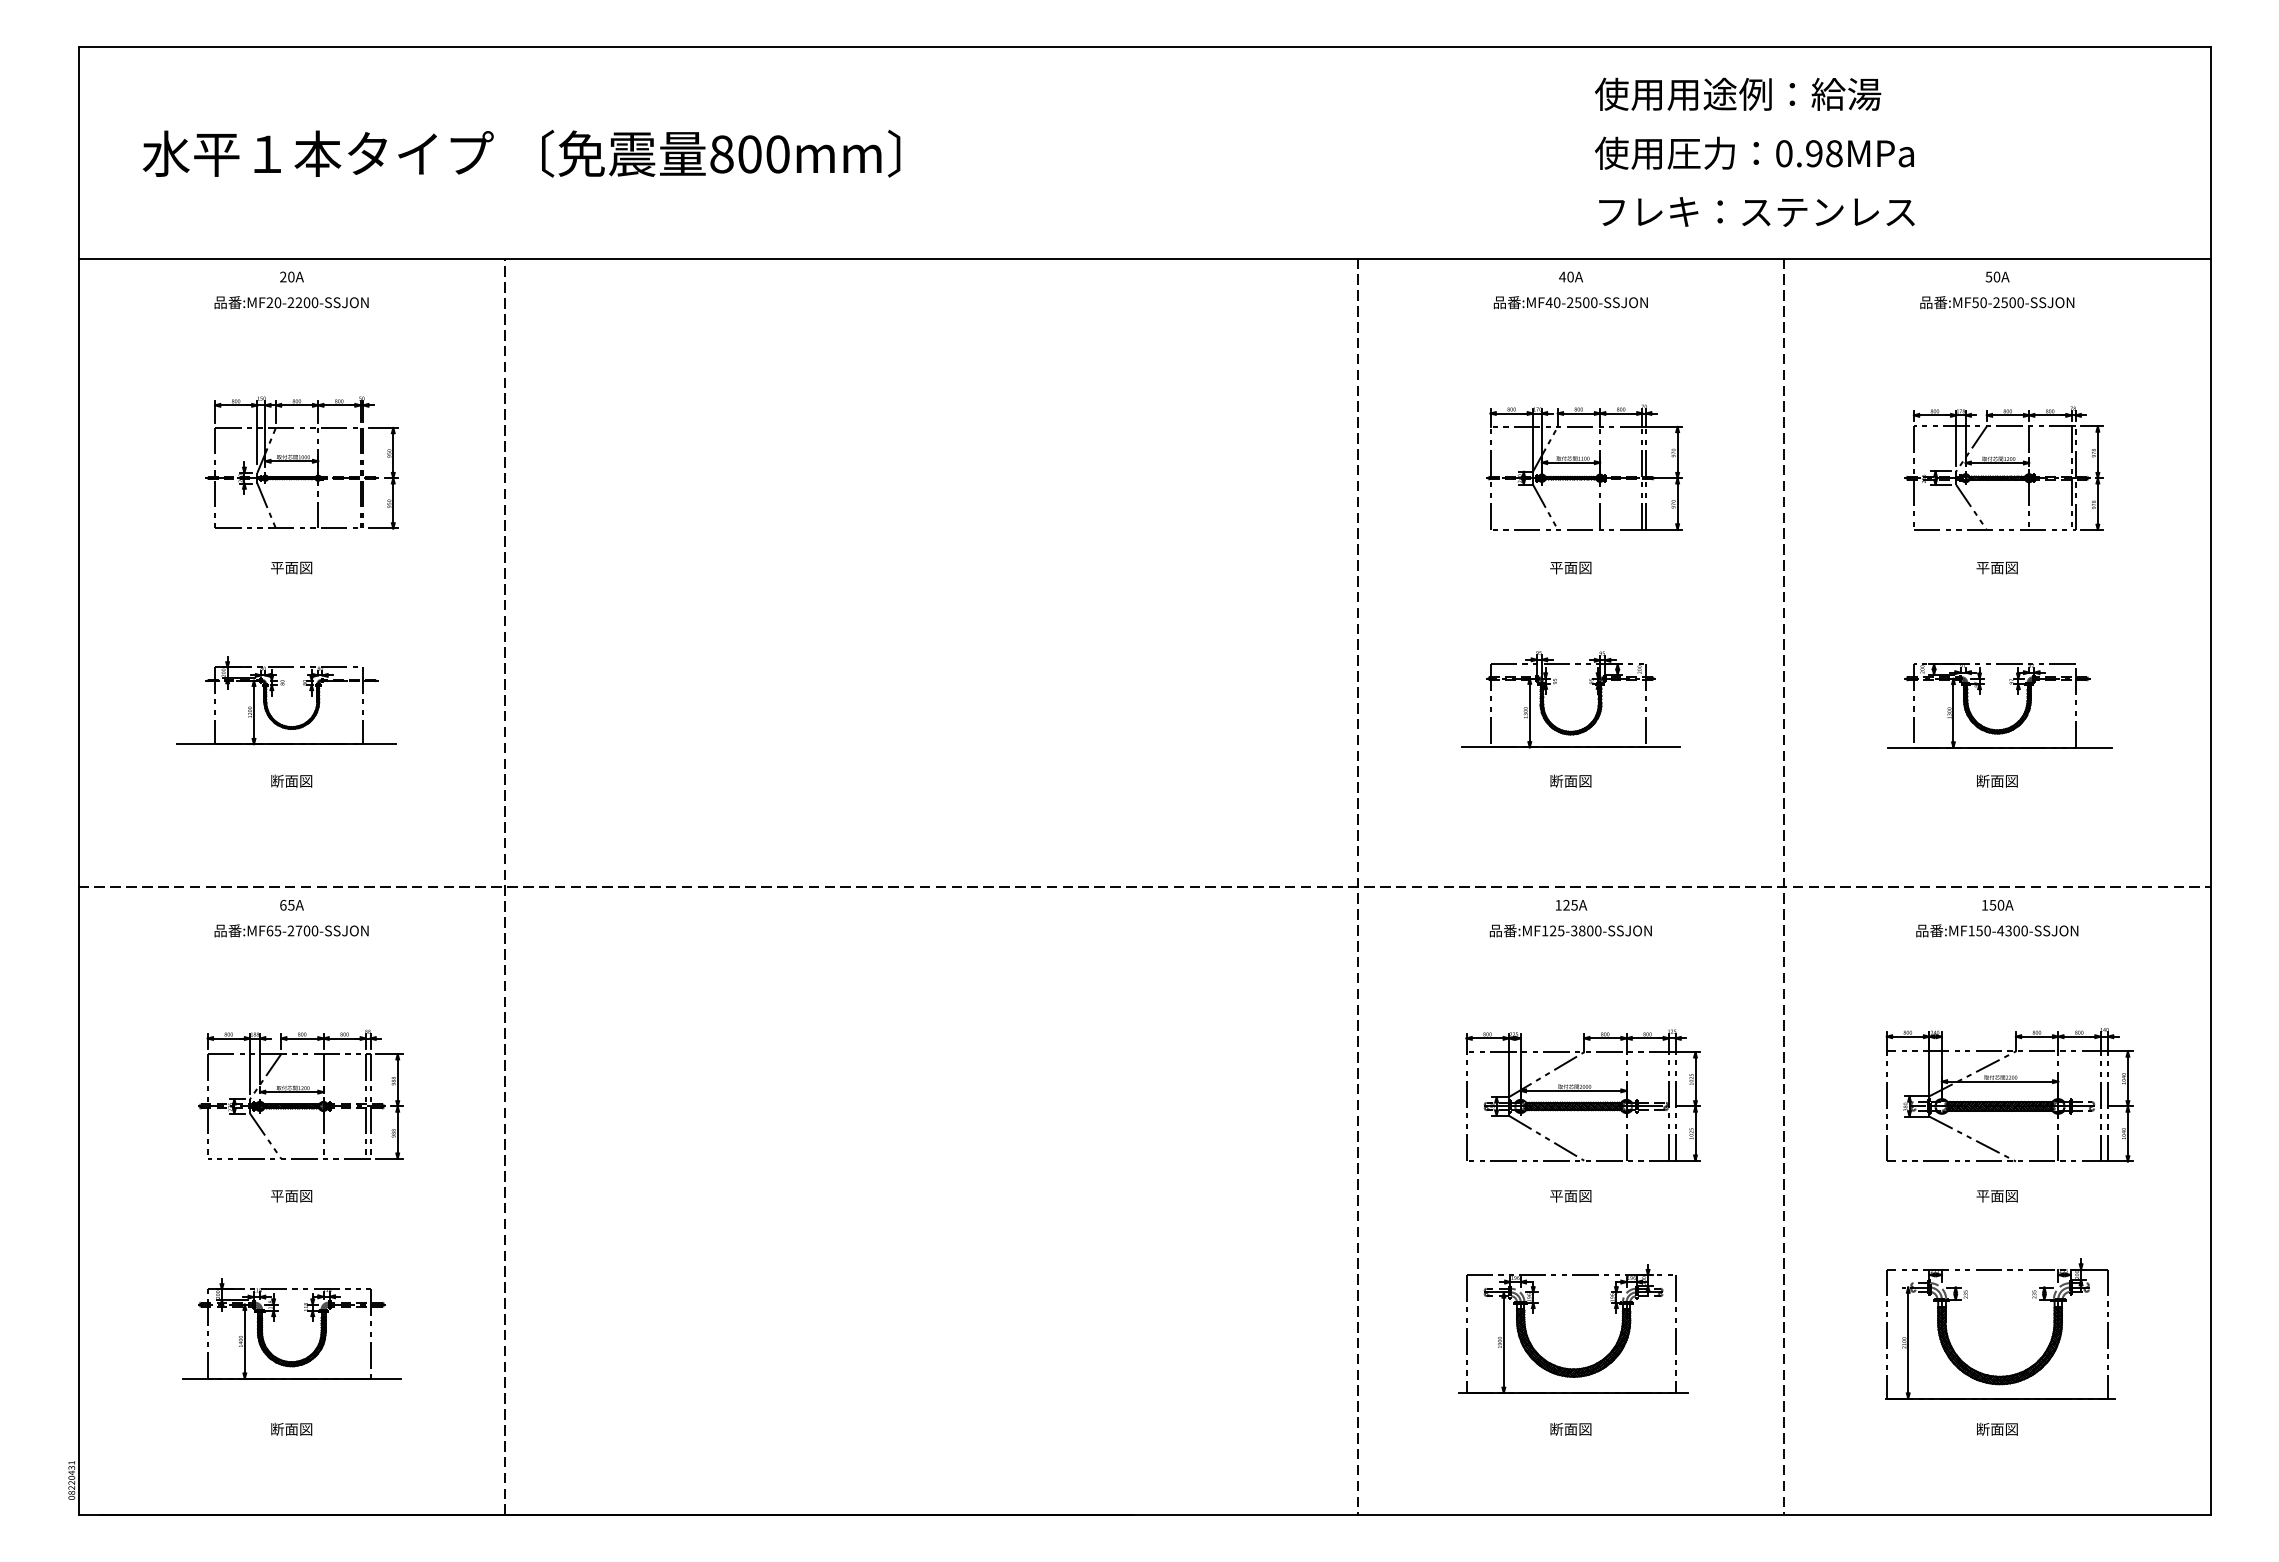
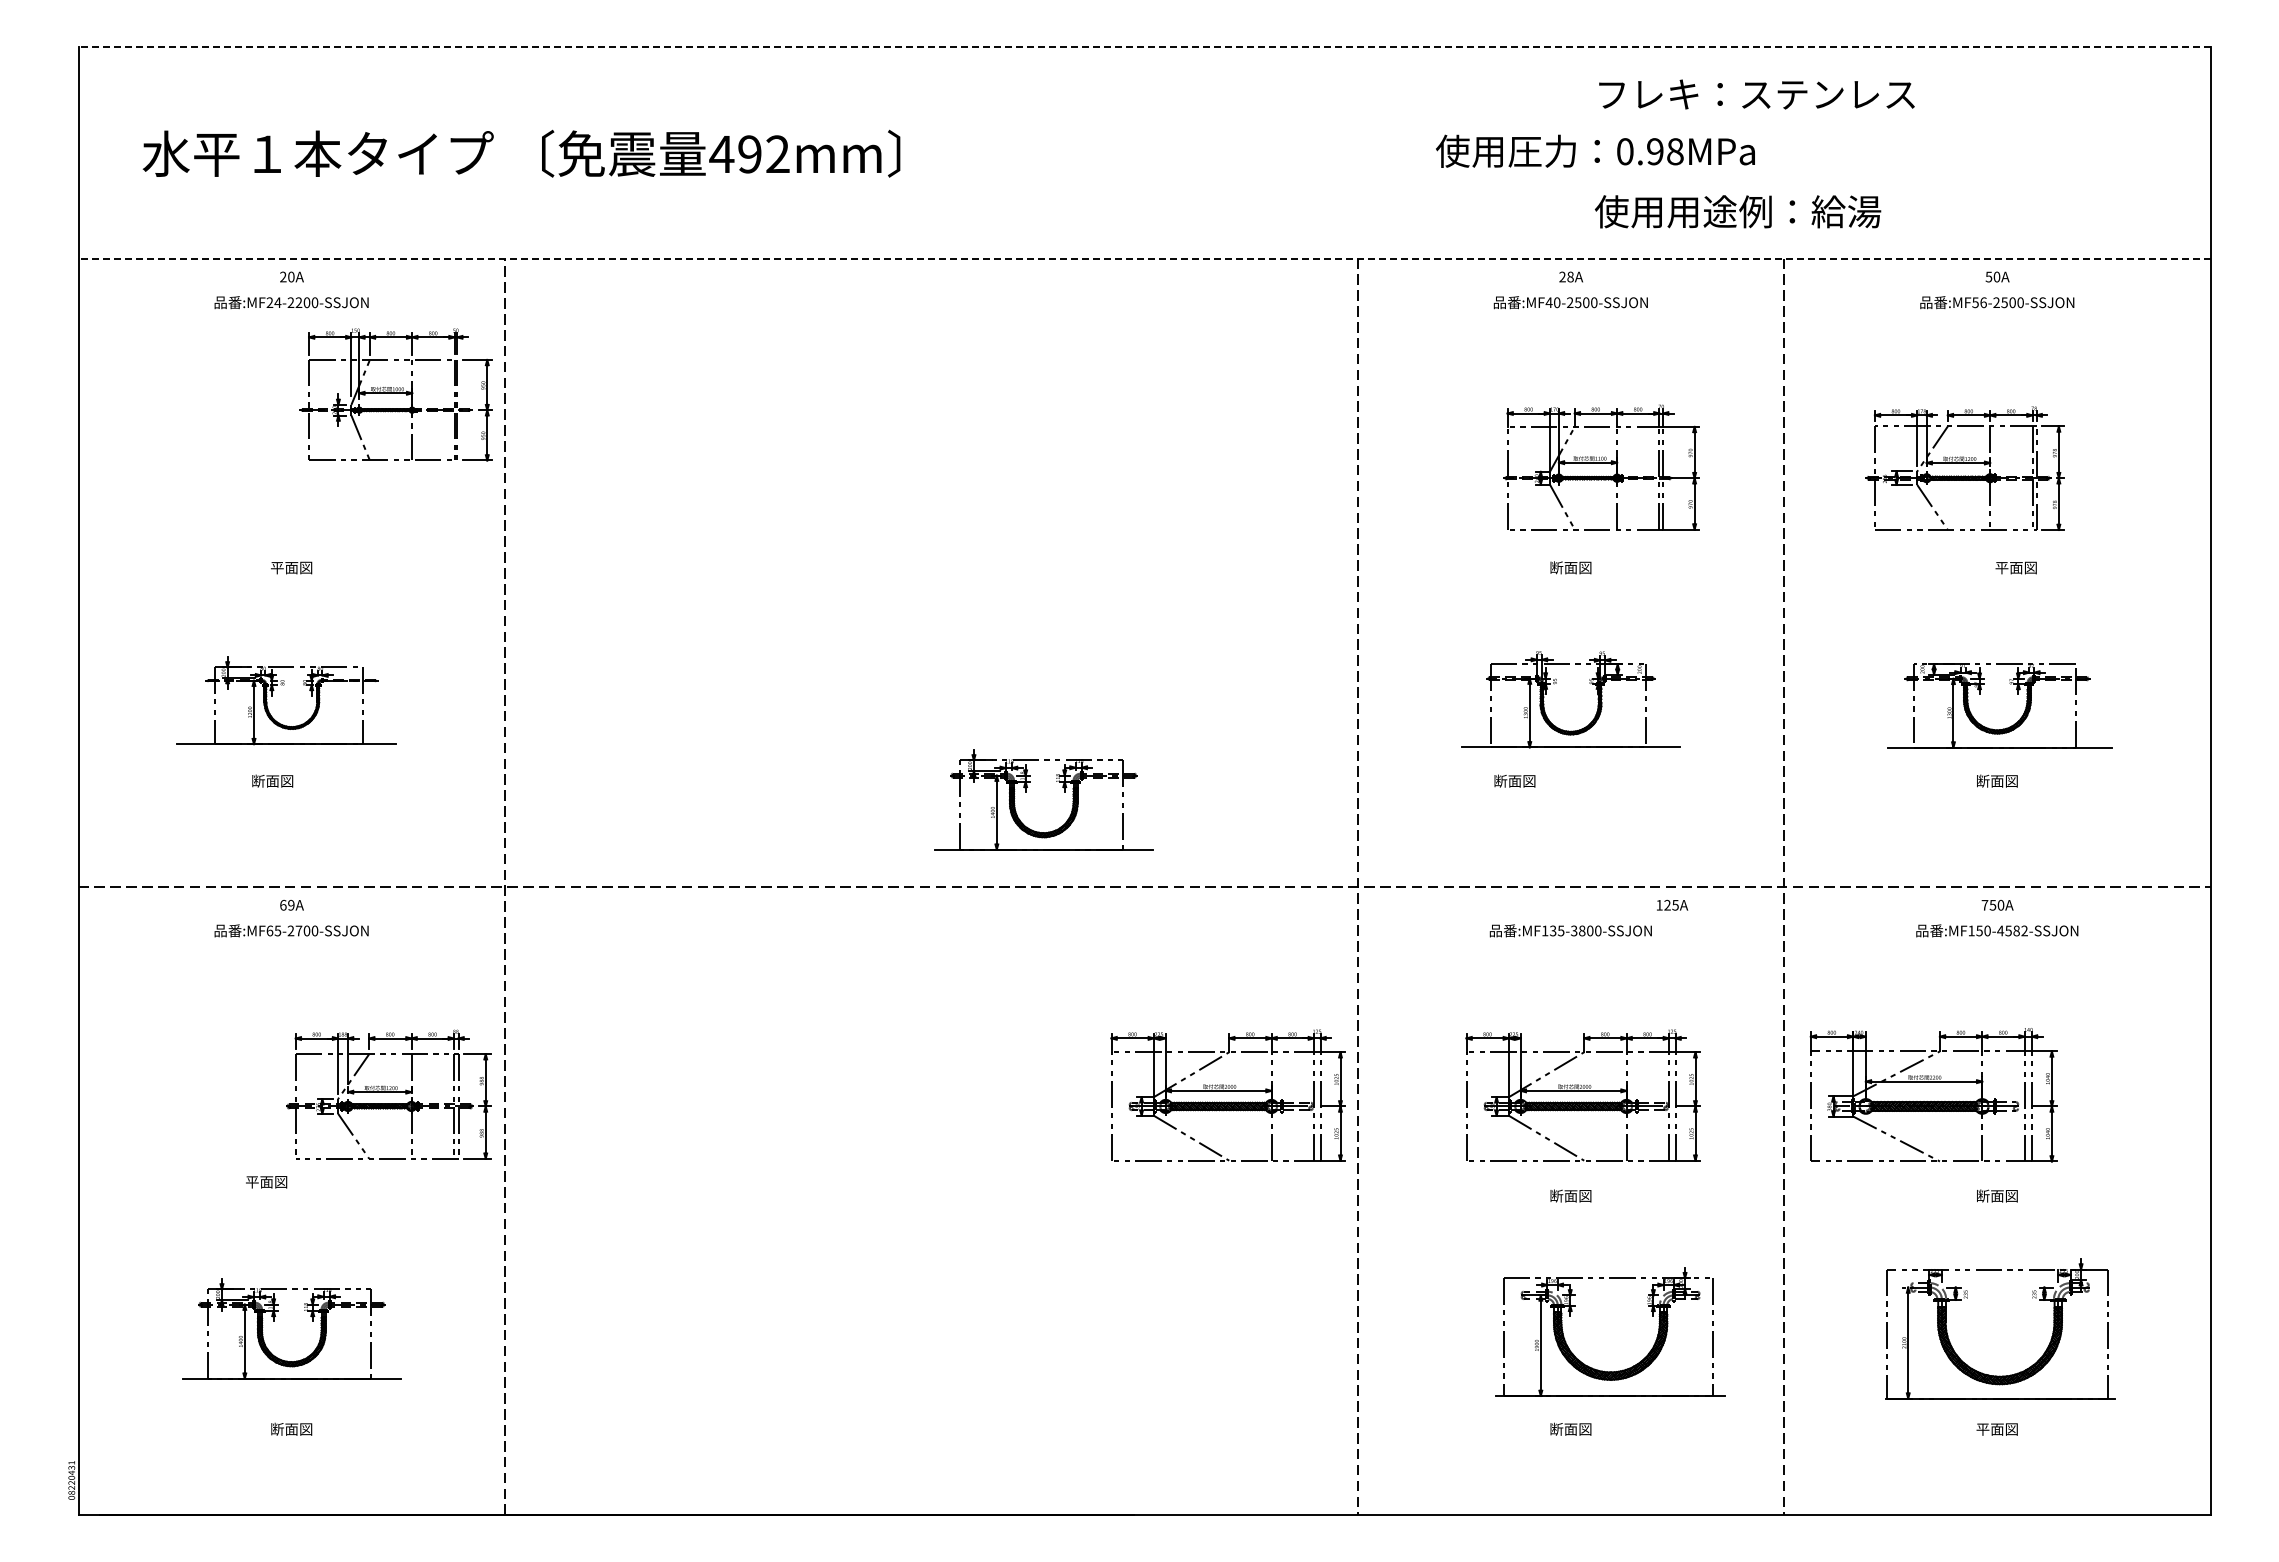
line at (1144, 46): solid -> dashed
text at (1754, 93): 使用用途例：給湯 -> フレキ：ステンレス
text at (1754, 152) position: (1754, 152) -> (1595, 150)
text at (749, 154): 800mm -> 492mm
text at (1754, 211): フレキ：ステンレス -> 使用用途例：給湯
line at (1144, 258): solid -> dashed
text at (1566, 276): 40A -> 28A
text at (277, 302): :MF20-2200-SSJON -> :MF24-2200-SSJON
text at (1983, 302): :MF50-2500-SSJON -> :MF56-2500-SSJON
part at (301, 462) position: (301, 462) -> (395, 394)
part at (1584, 467) position: (1584, 467) -> (1601, 467)
part at (2003, 468) position: (2003, 468) -> (1964, 468)
text at (1556, 567): 平面図 -> 断面図
text at (1996, 567) position: (1996, 567) -> (2015, 567)
text at (291, 780) position: (291, 780) -> (272, 780)
text at (1570, 780) position: (1570, 780) -> (1514, 780)
part at (1026, 792): none -> present
text at (291, 904): 65A -> 69A
text at (1571, 904) position: (1571, 904) -> (1672, 904)
text at (1984, 905): 150A -> 750A
text at (2016, 930): :MF150-4300-SSJON -> :MF150-4582-SSJON
text at (1553, 931): :MF125-3800-SSJON -> :MF135-3800-SSJON
part at (300, 1094) position: (300, 1094) -> (388, 1094)
part at (1227, 1095): none -> present
part at (2009, 1095) position: (2009, 1095) -> (1933, 1095)
text at (1556, 1195): 平面図 -> 断面図
text at (1982, 1195): 平面図 -> 断面図
text at (291, 1196) position: (291, 1196) -> (266, 1182)
part at (1565, 1367) position: (1565, 1367) -> (1602, 1370)
text at (1982, 1428): 断面図 -> 平面図
